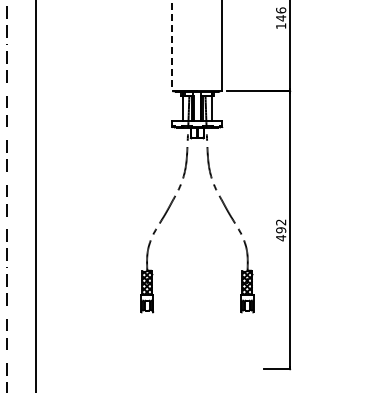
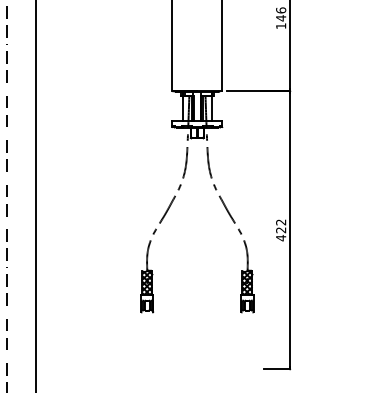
line at (172, 46): dashed -> solid
text at (281, 230): 492 -> 422
